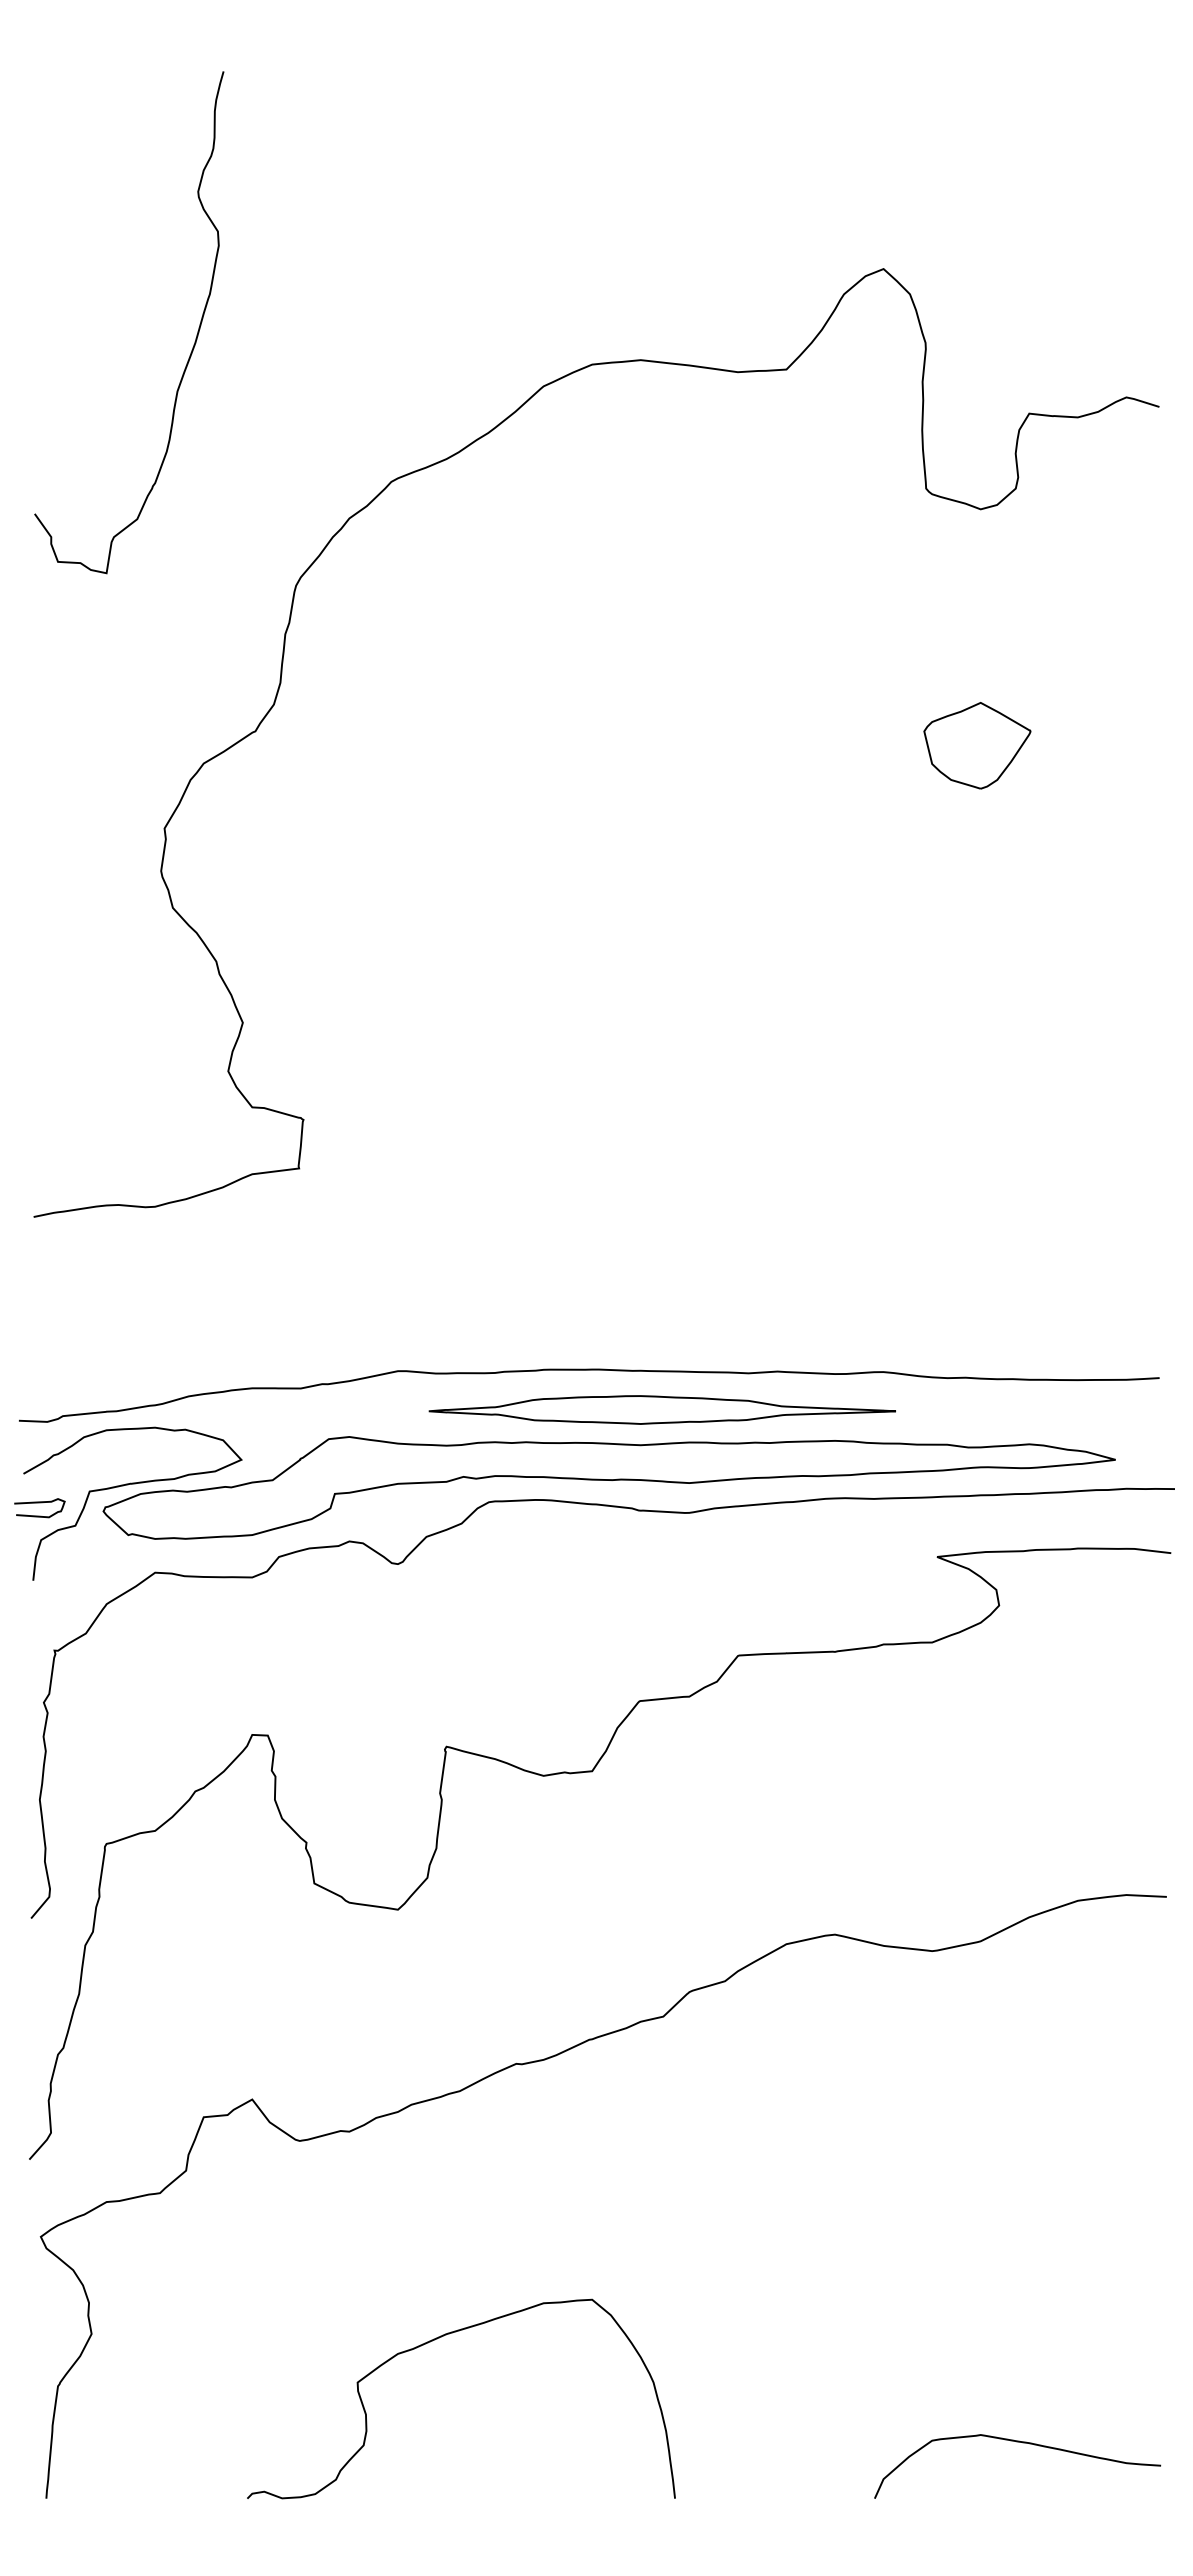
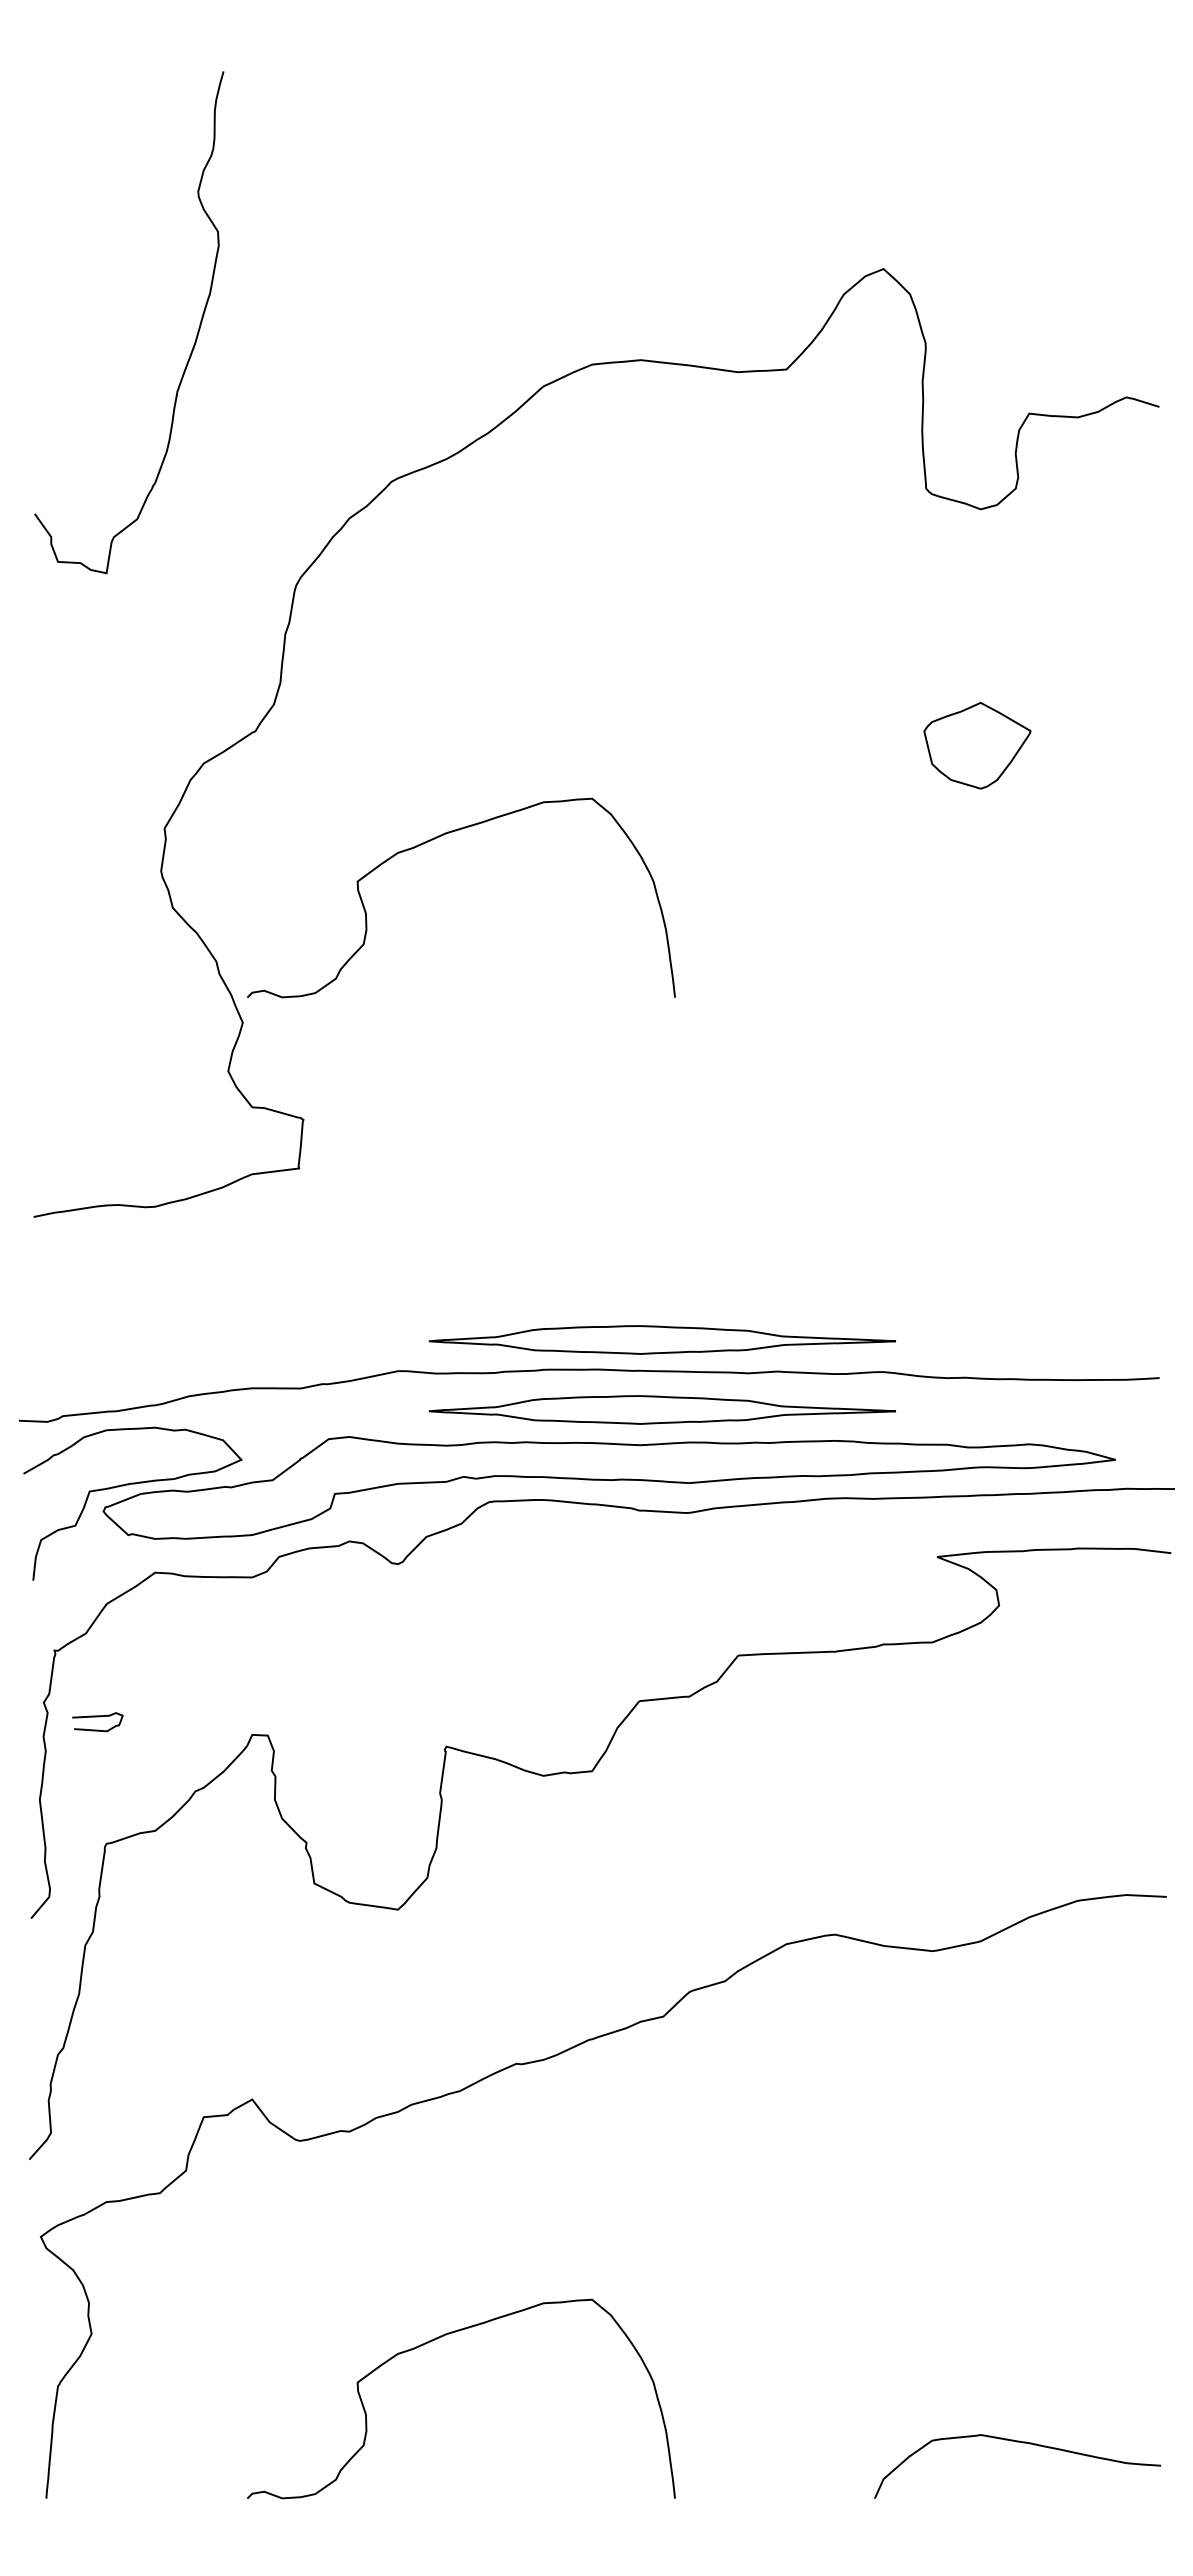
curve at (437, 838): none -> present
part at (661, 1339): none -> present
curve at (39, 1503) position: (39, 1503) -> (97, 1717)
